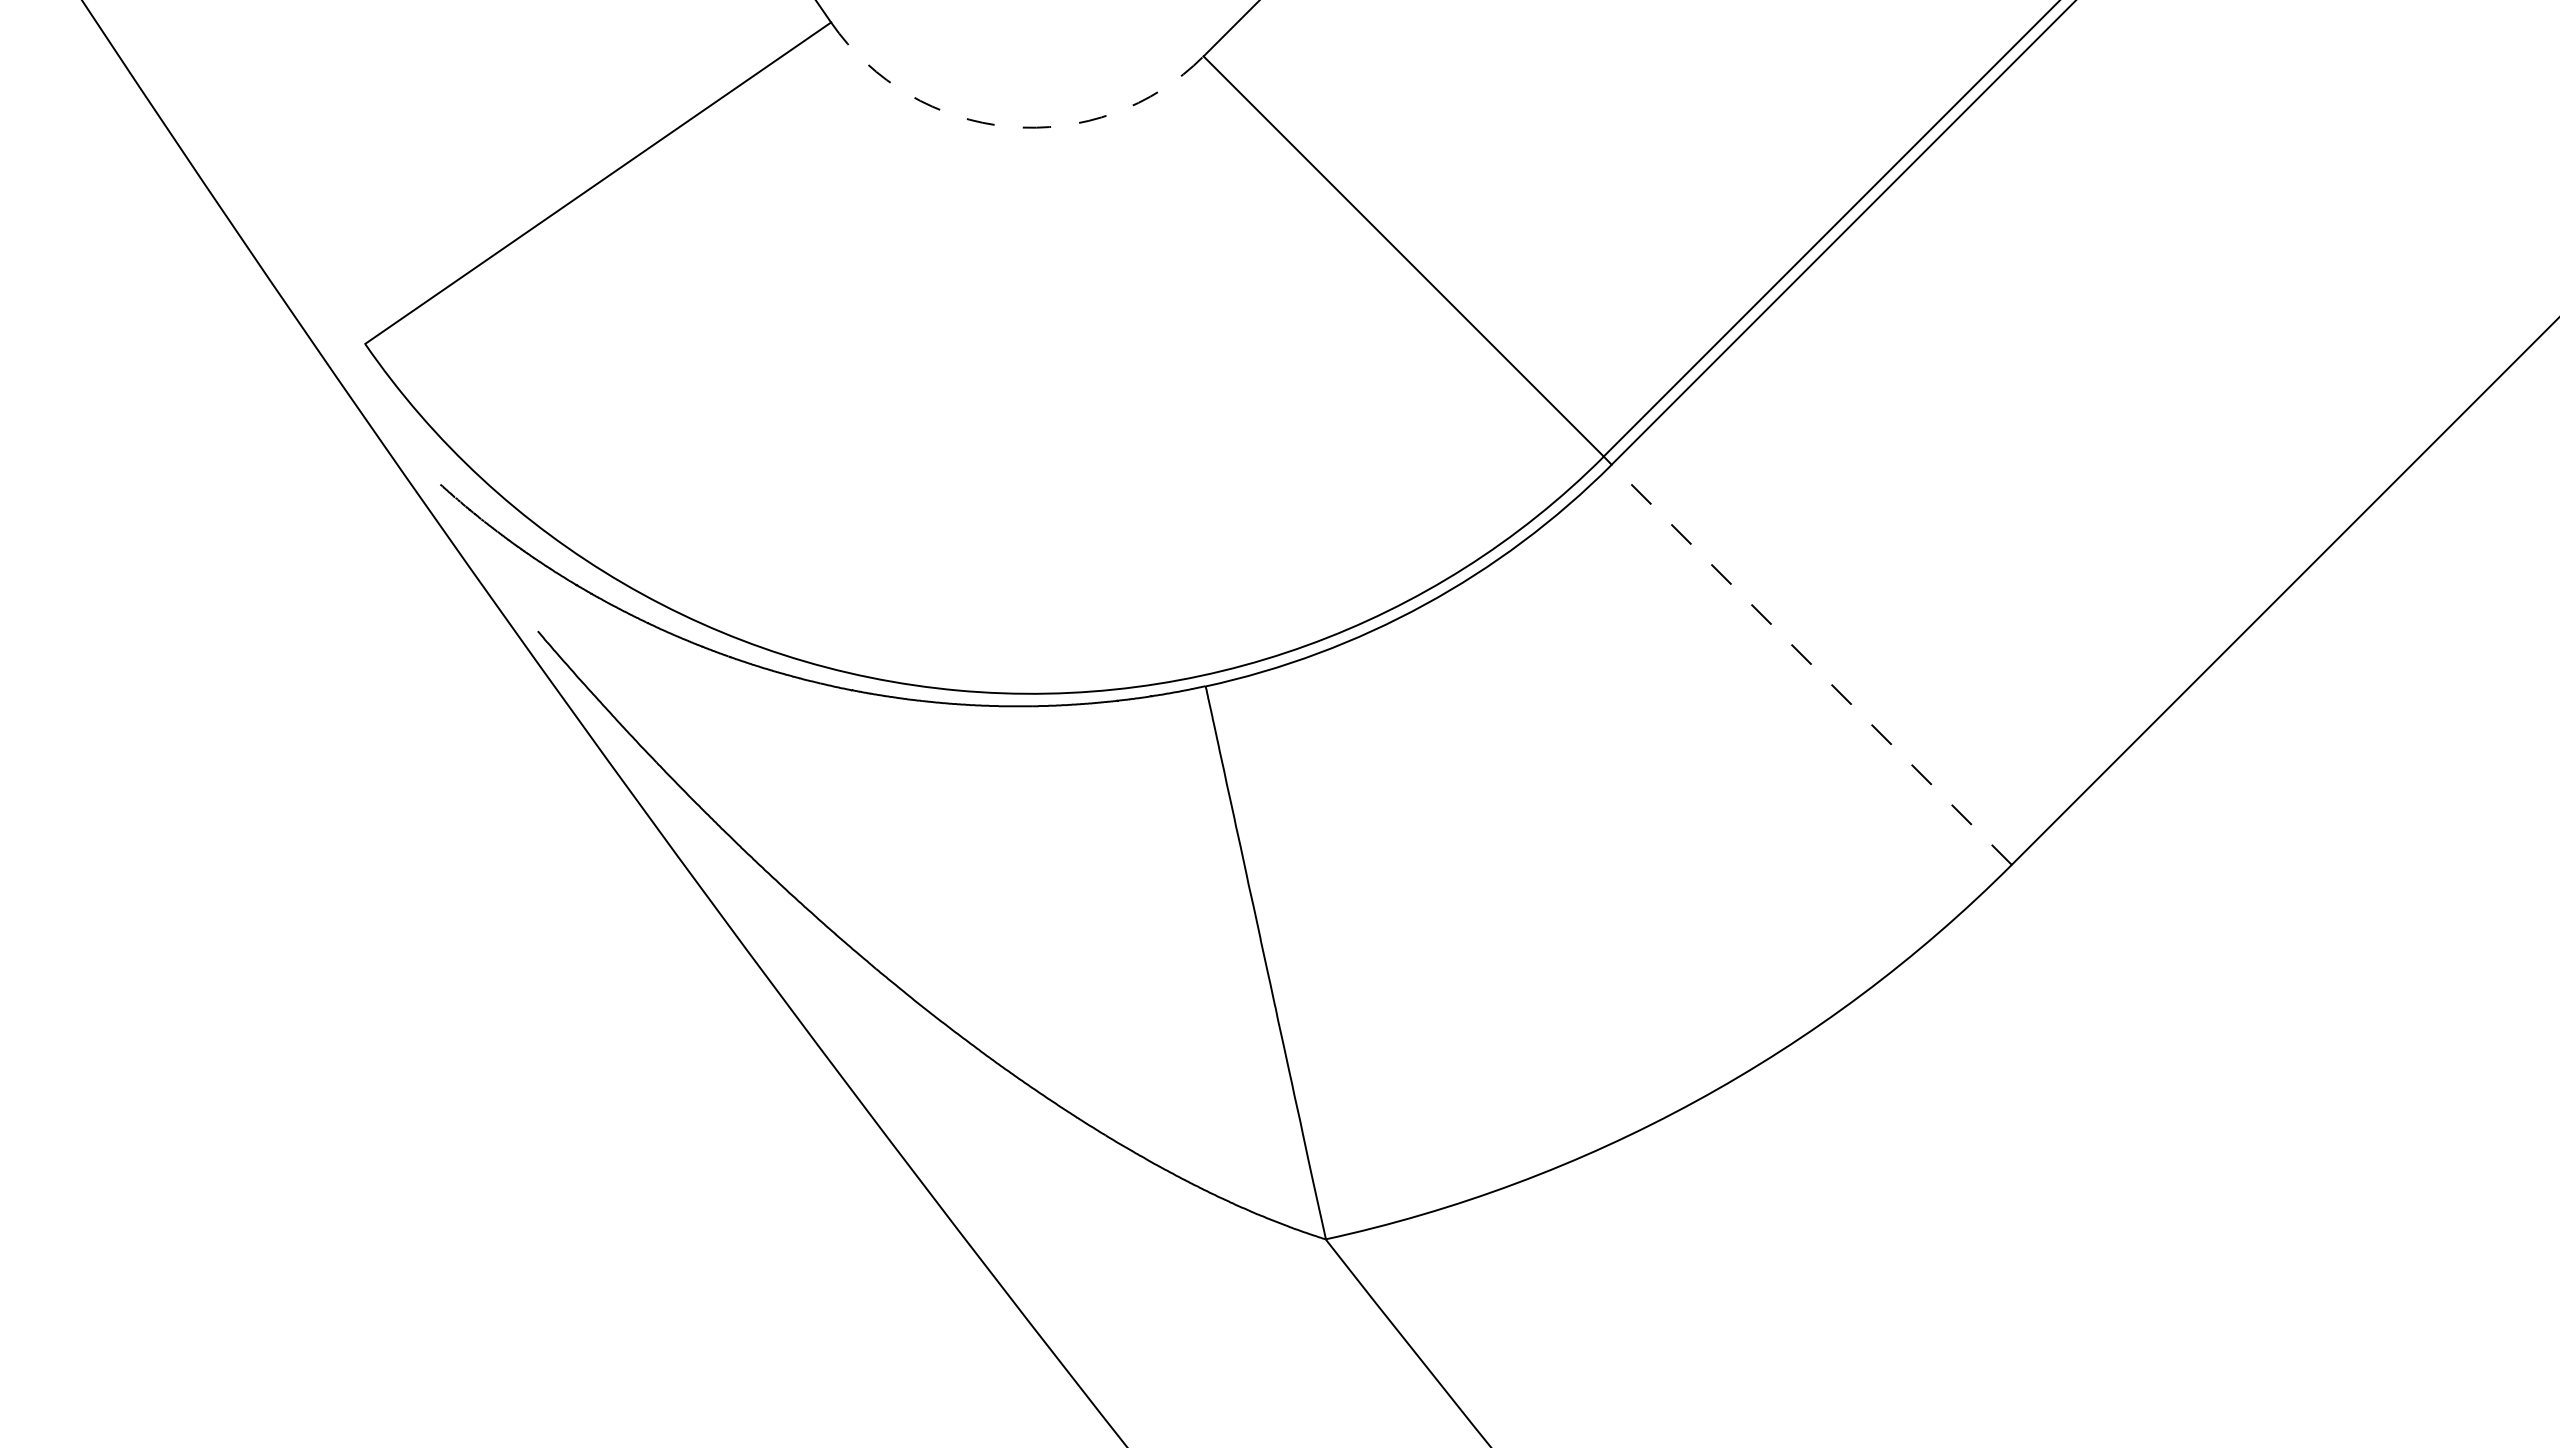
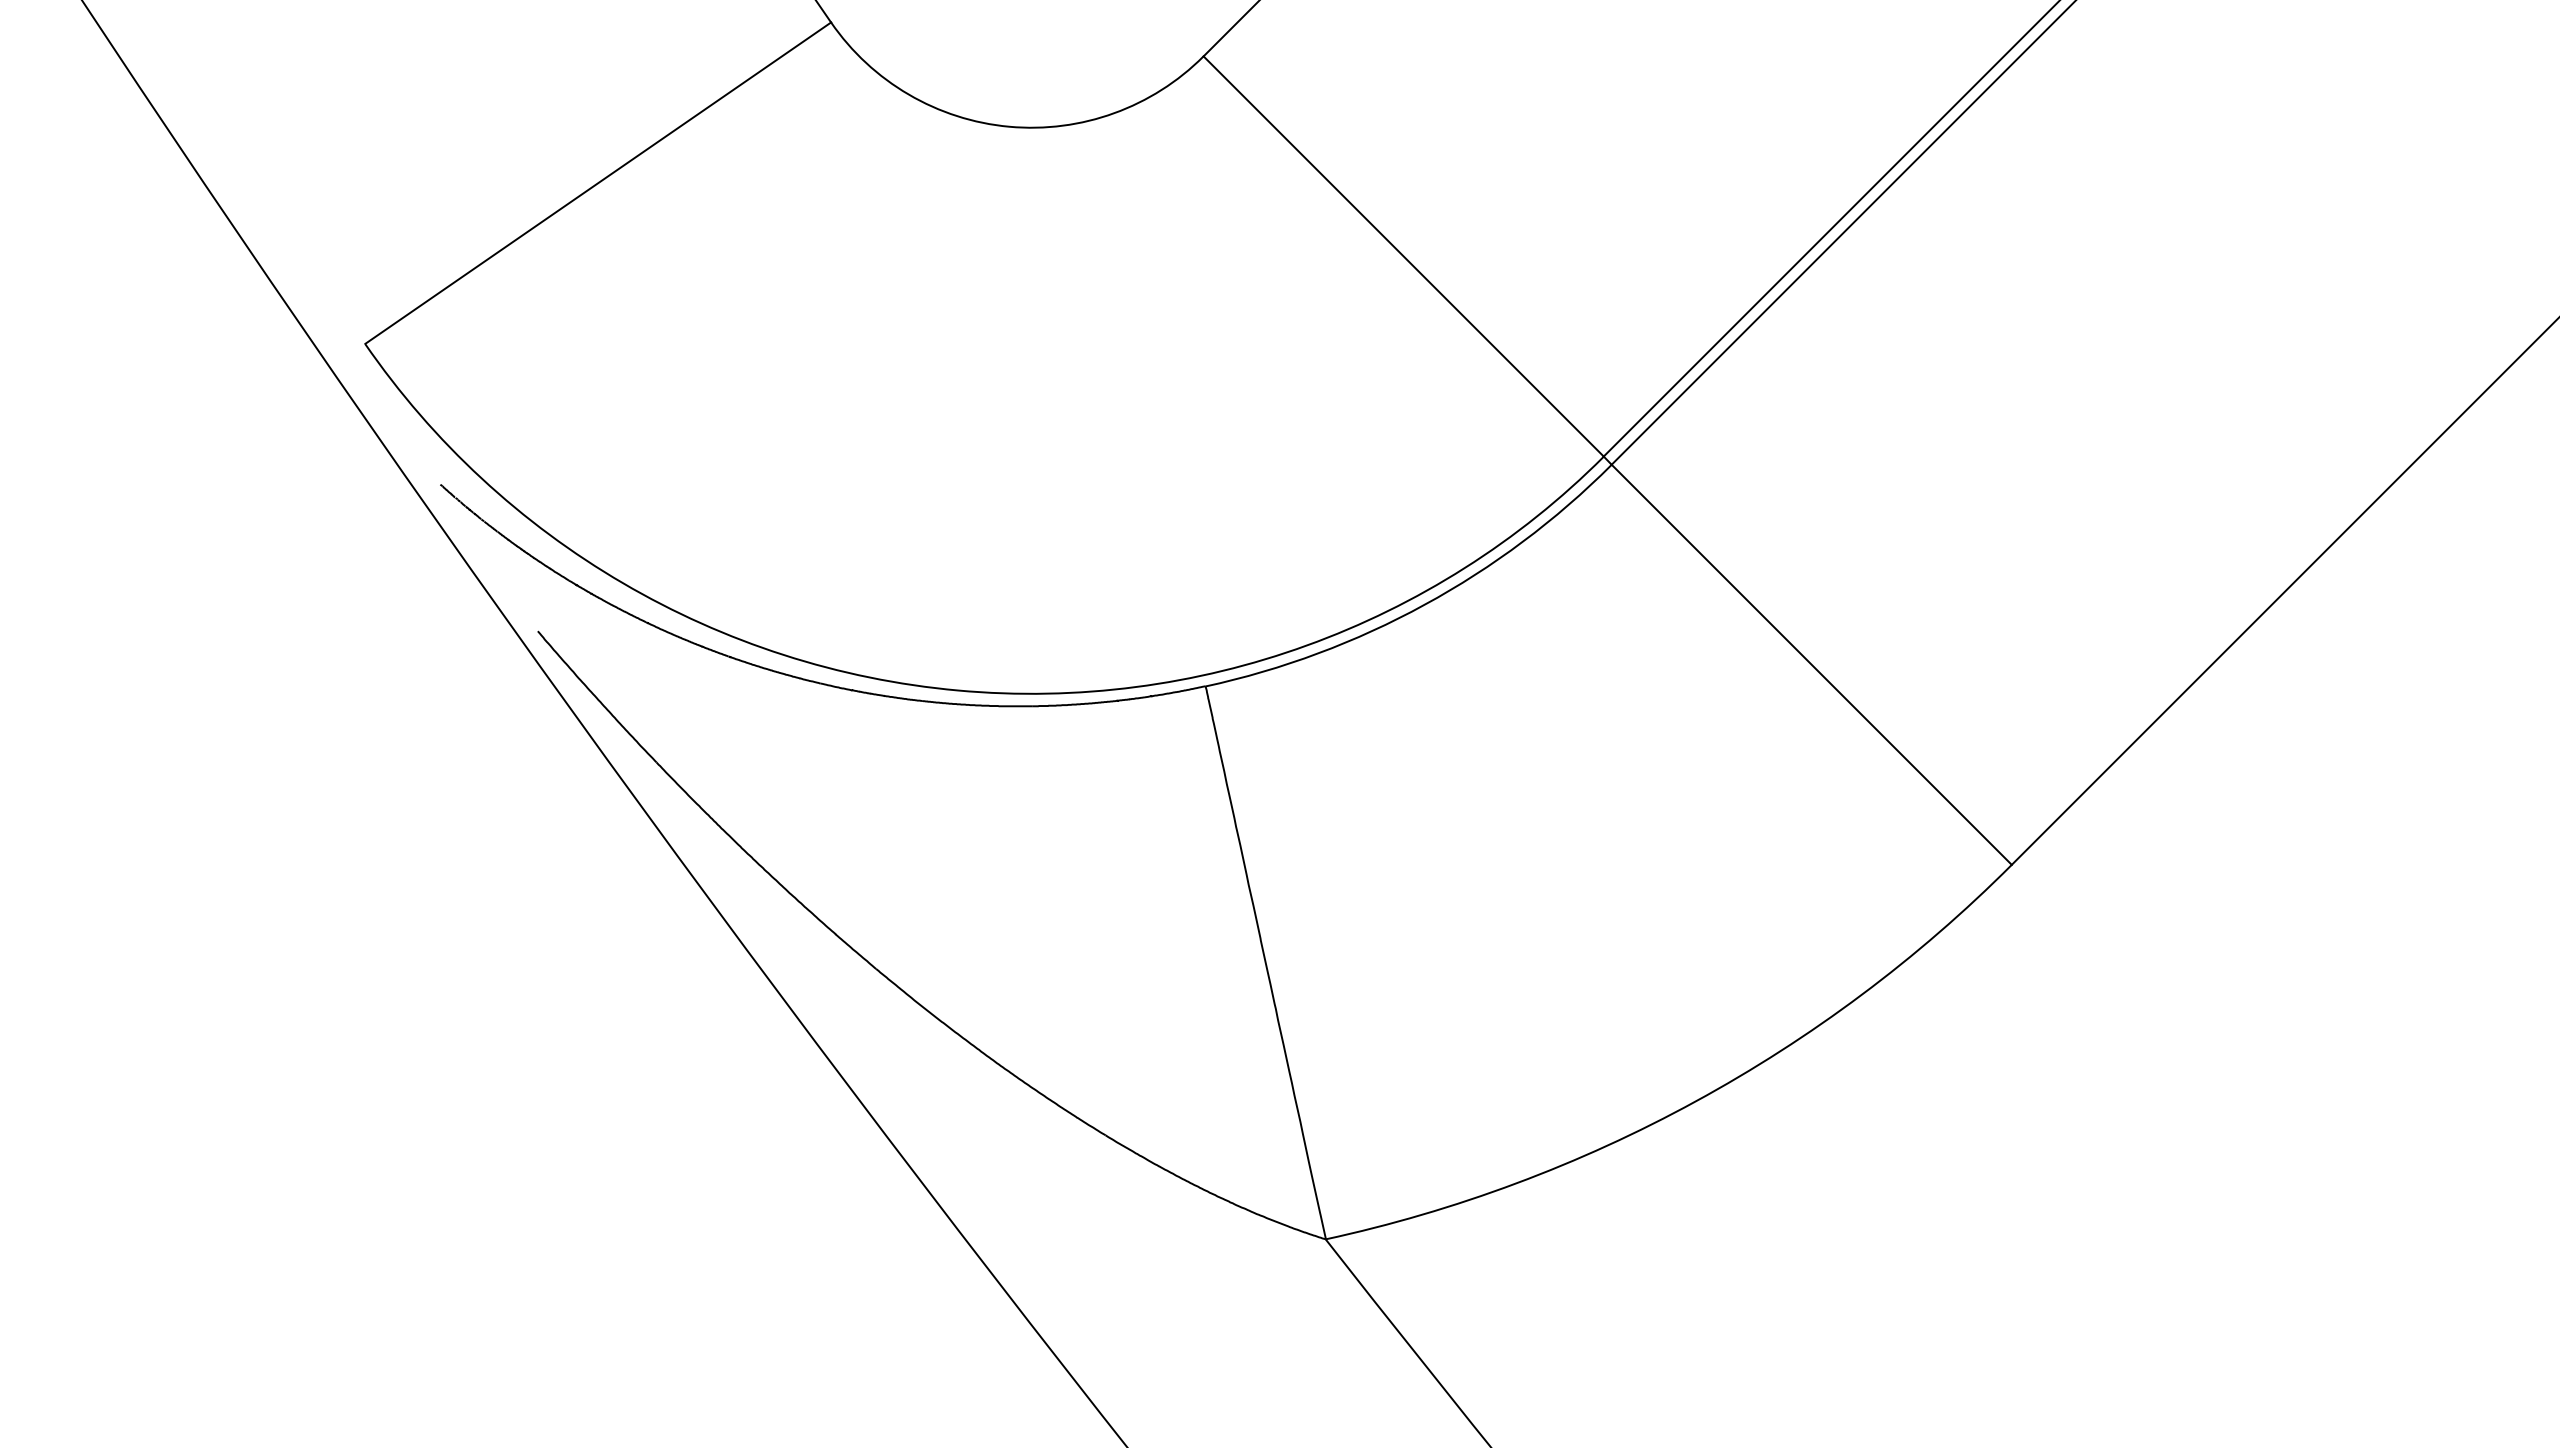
arc at (1009, 126): dashed -> solid
line at (1811, 664): dashed -> solid
